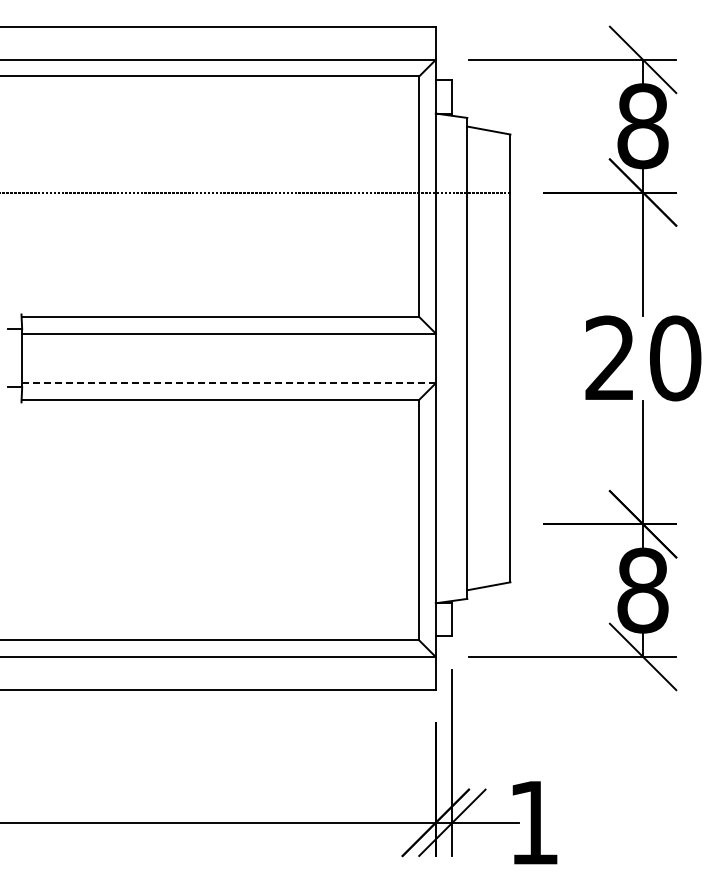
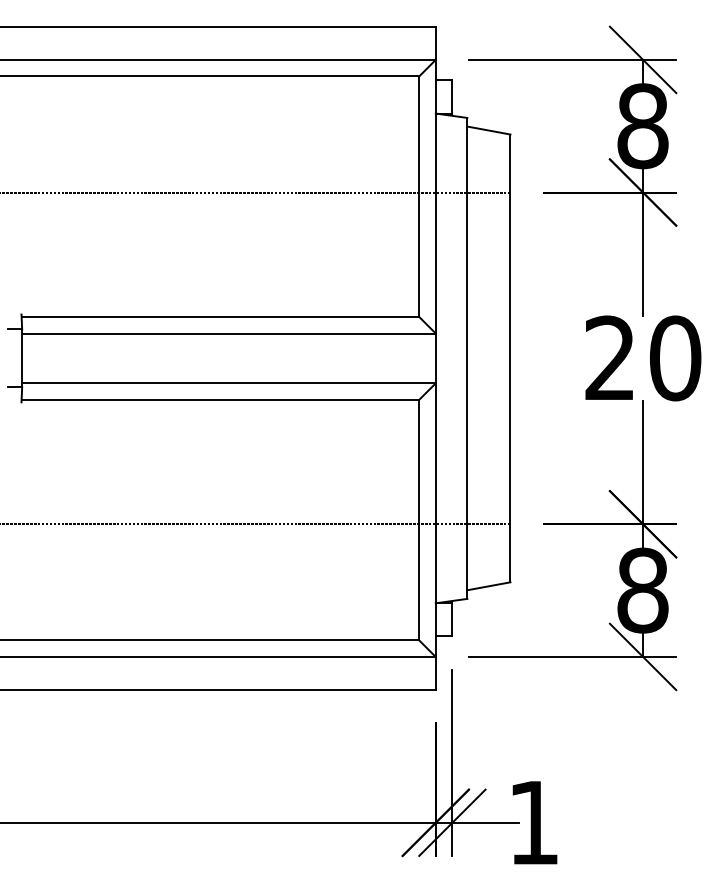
line at (228, 383): dashed -> solid
line at (256, 524): none -> present
